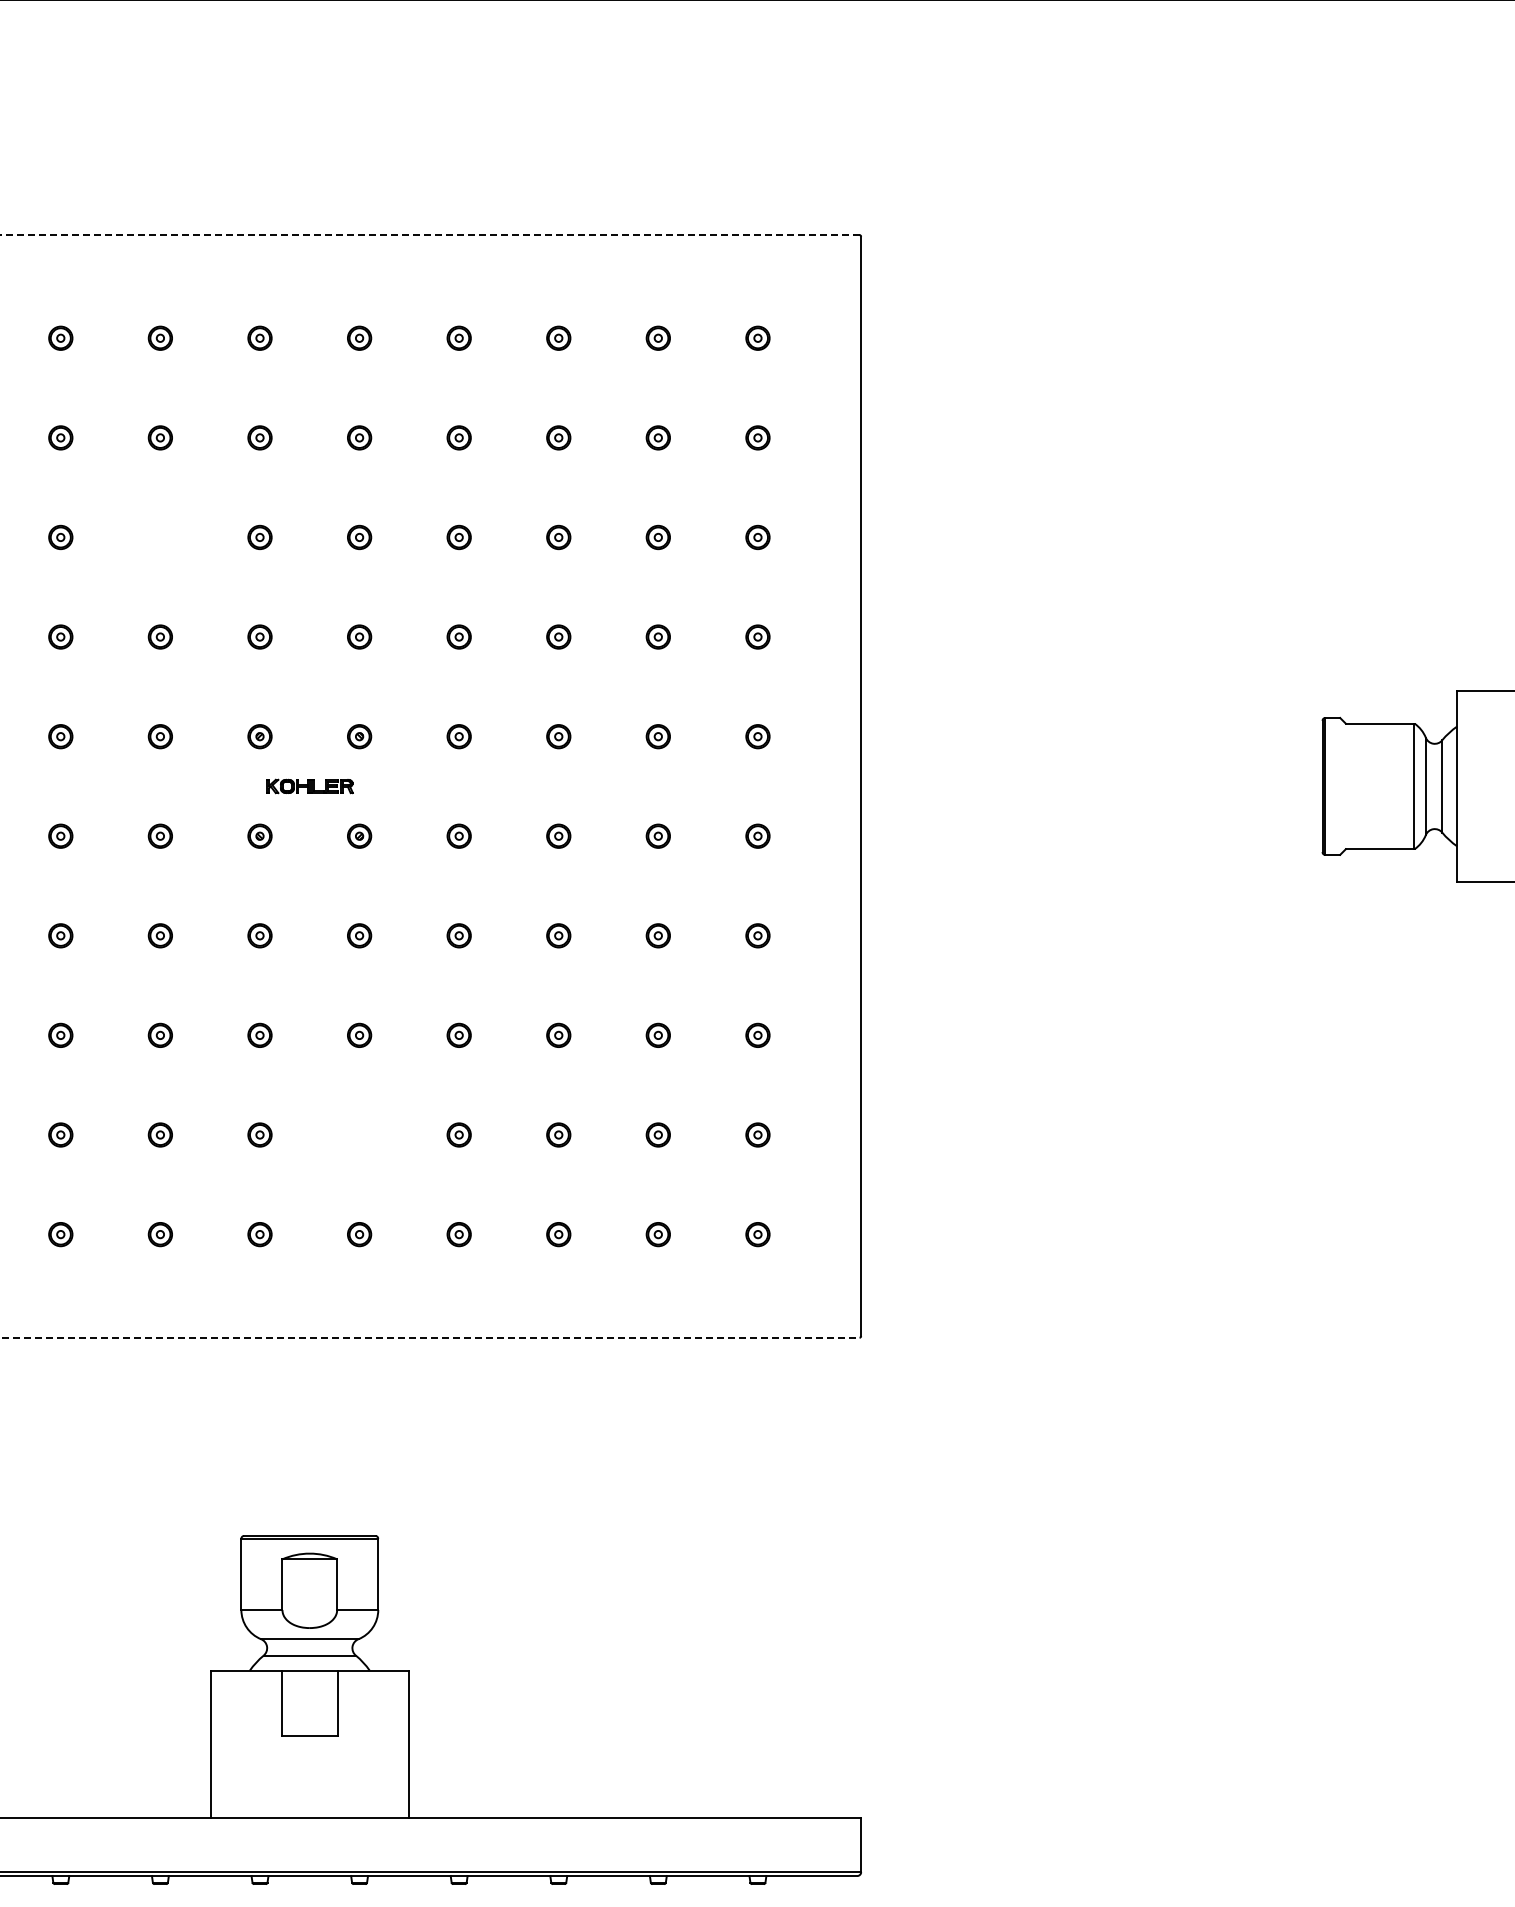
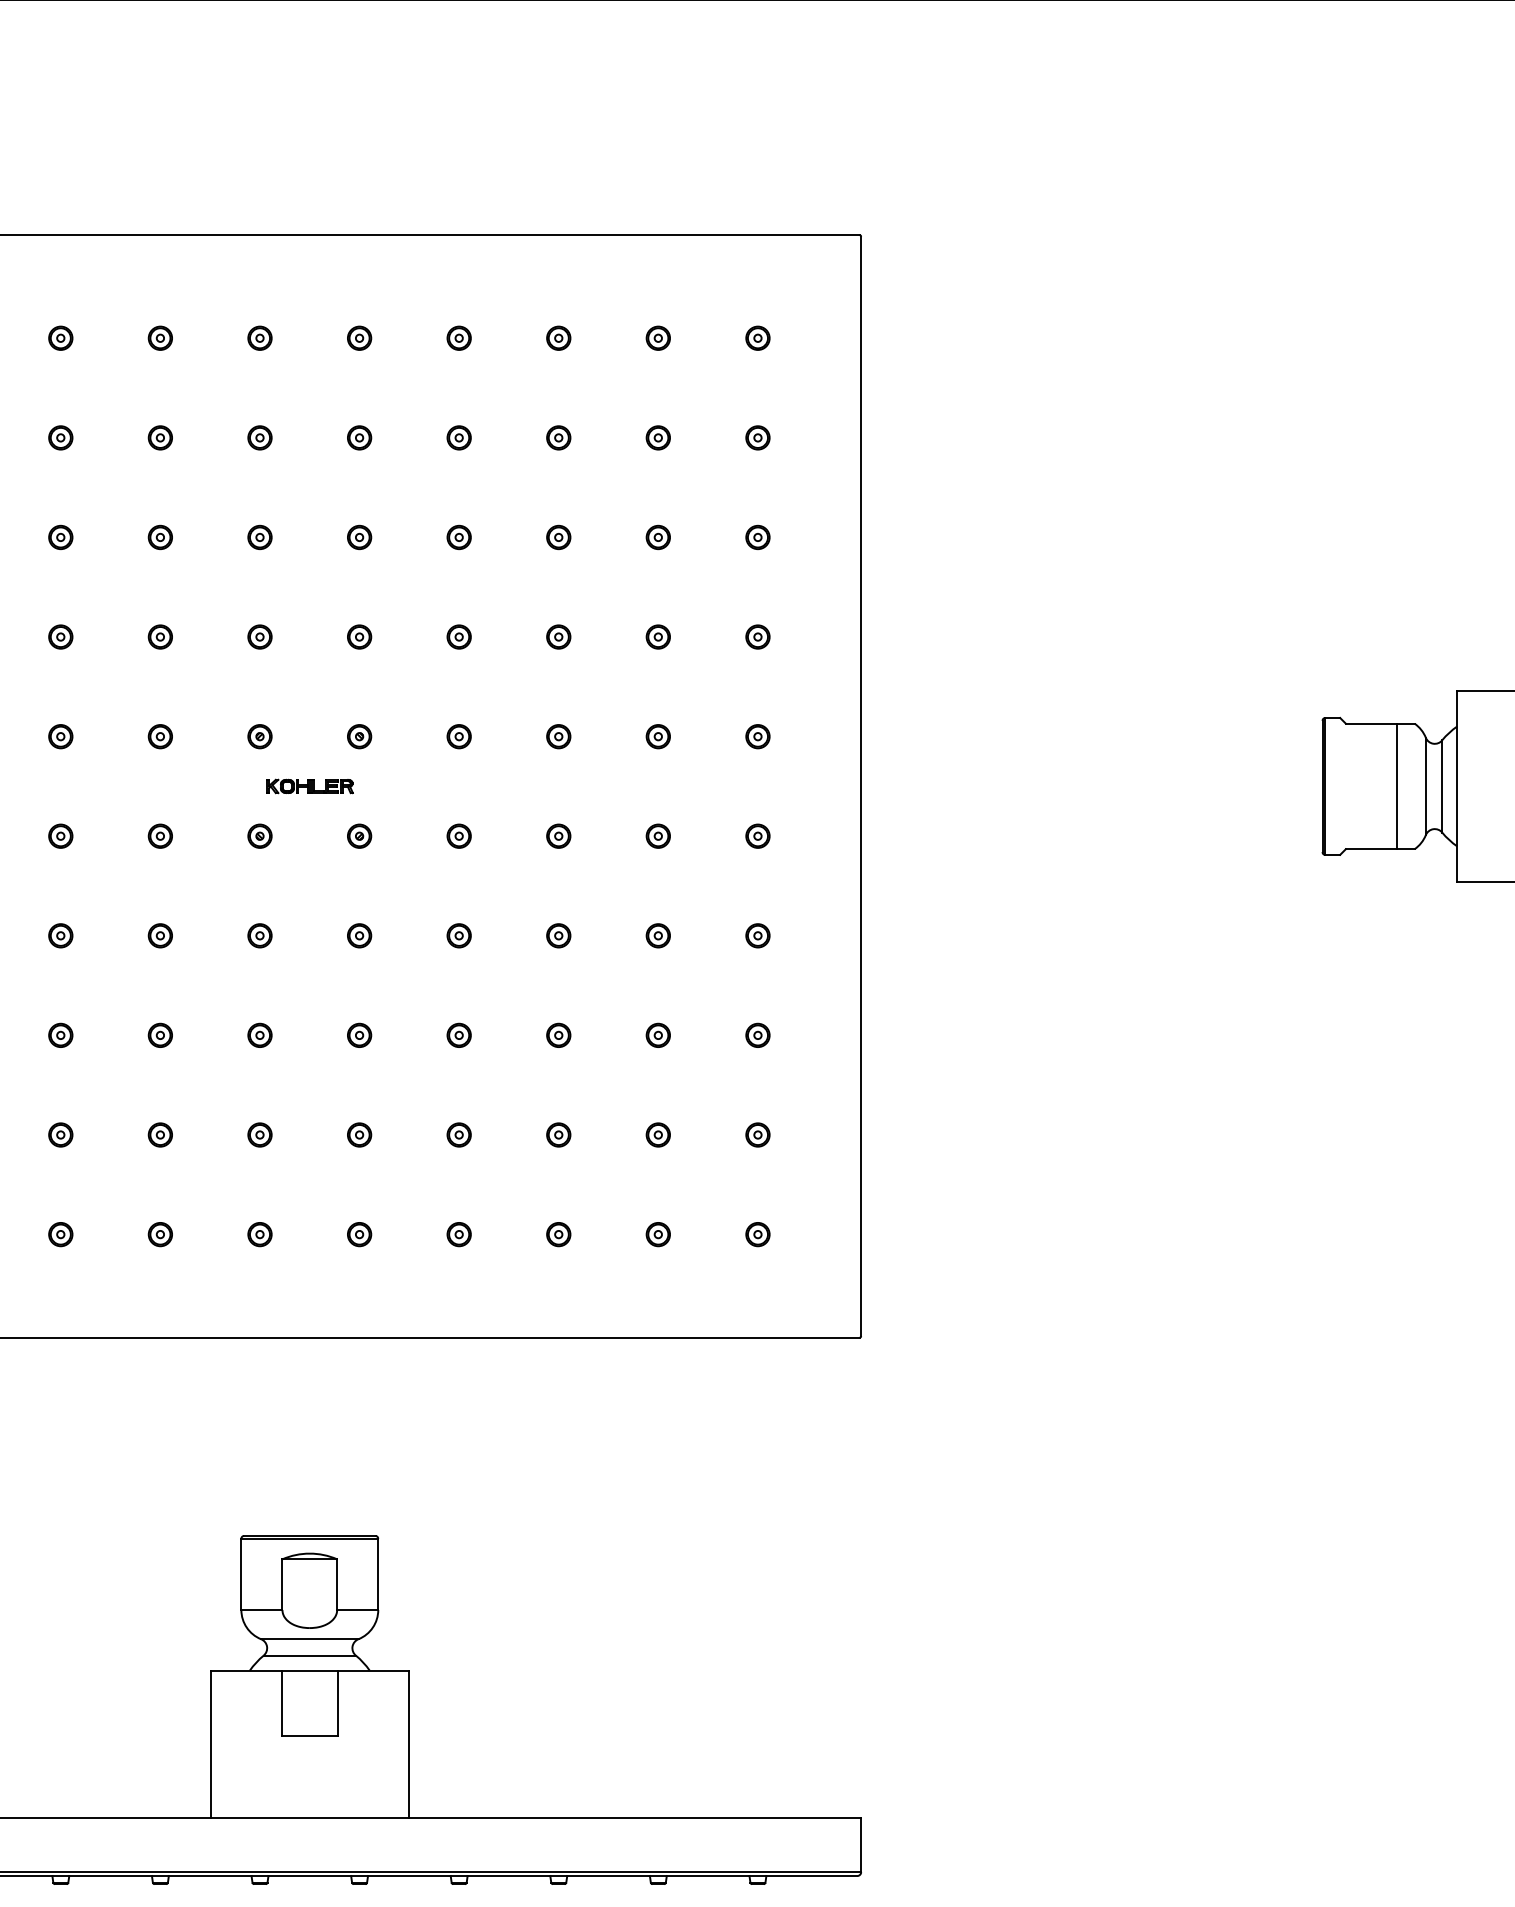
line at (429, 235): dashed -> solid
part at (159, 537): none -> present
line at (1413, 786) position: (1413, 786) -> (1396, 786)
part at (359, 1134): none -> present
line at (430, 1337): dashed -> solid
